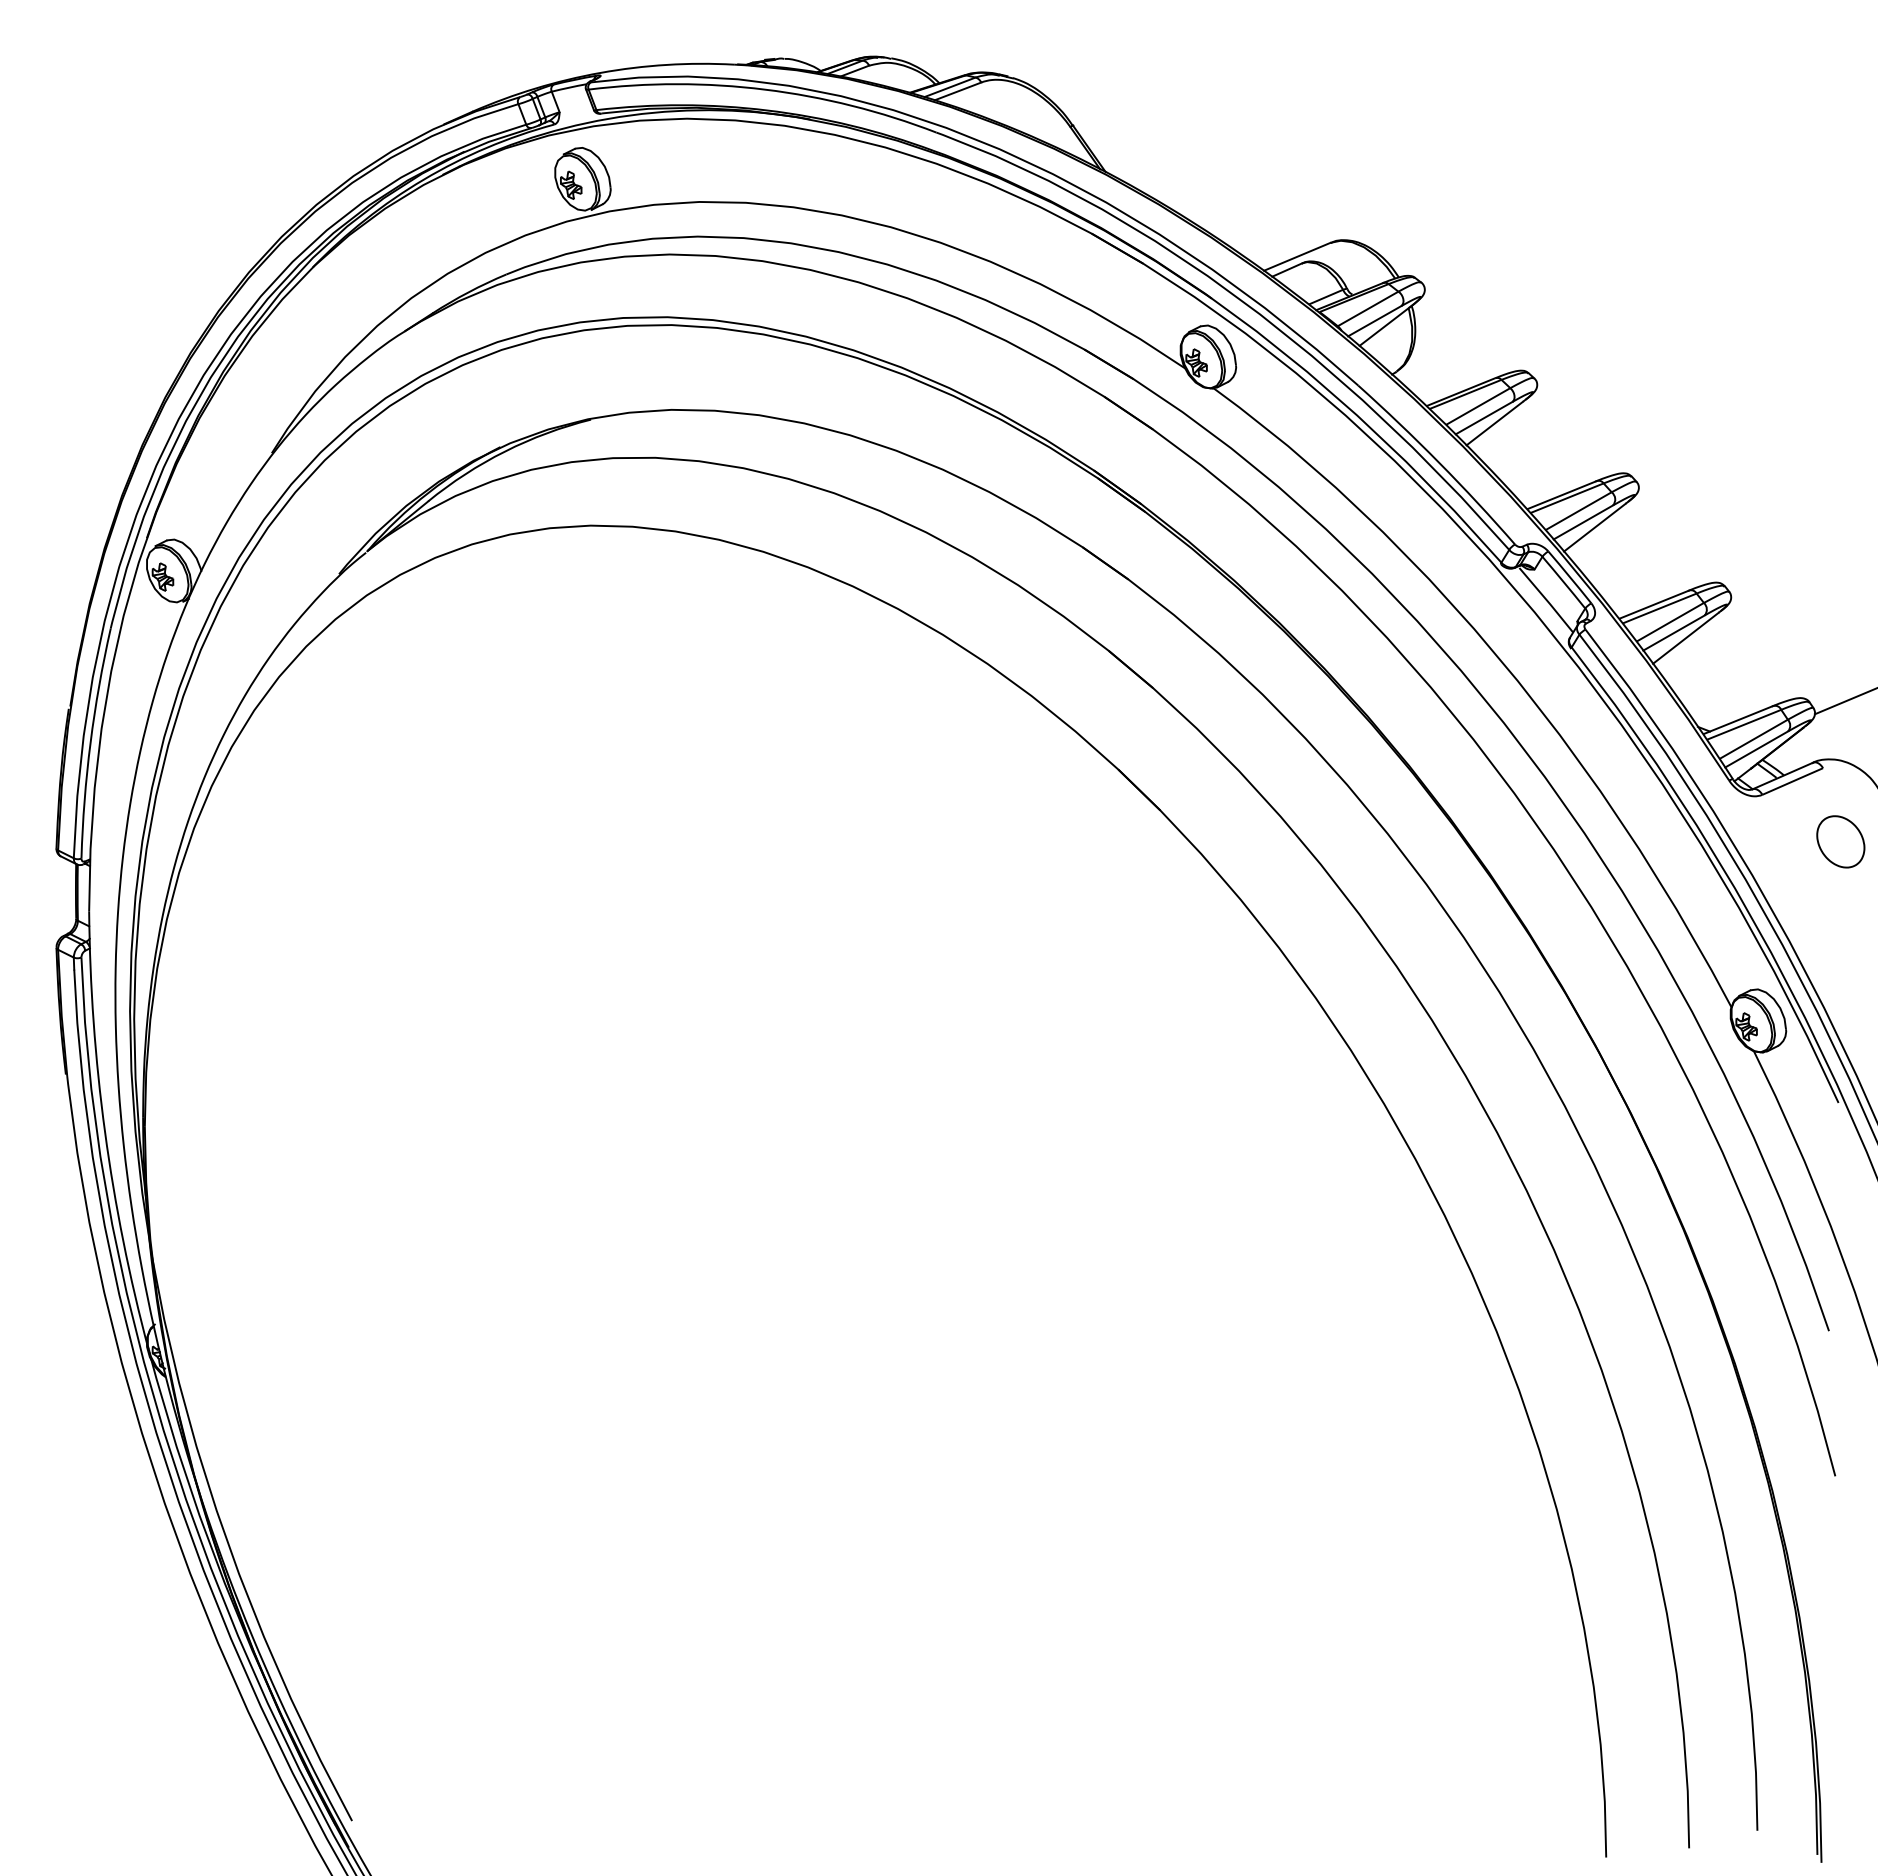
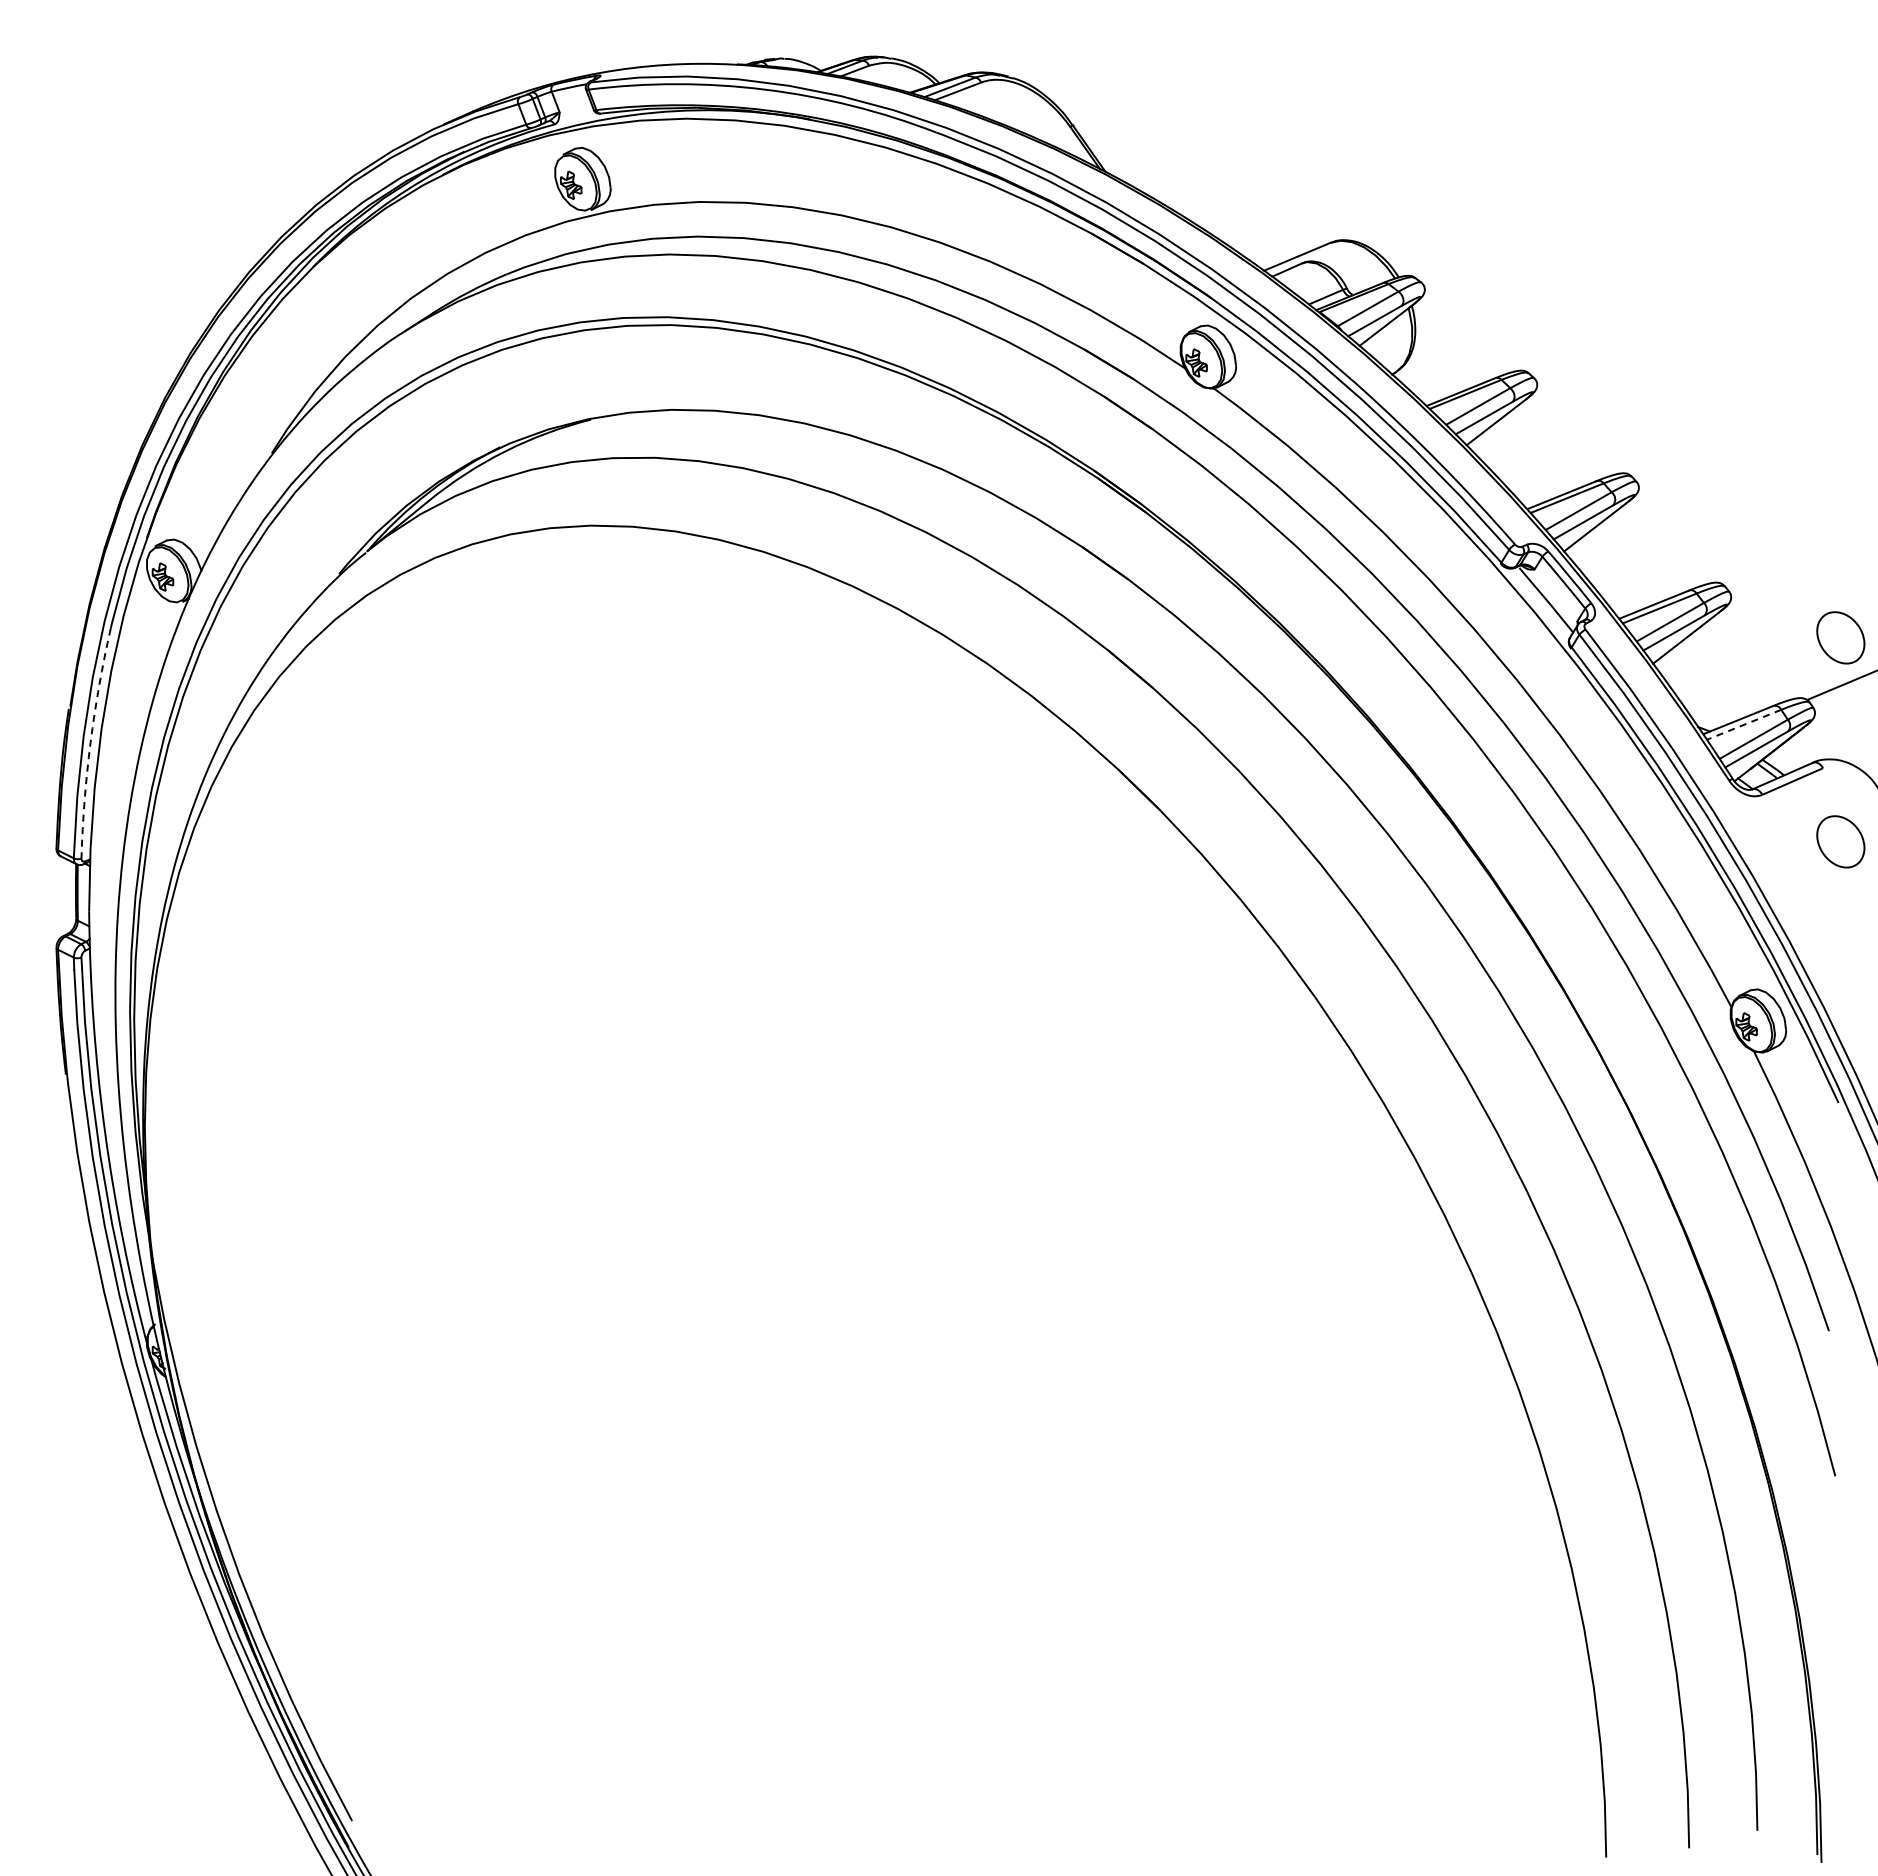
part at (1840, 637): none -> present
line at (1844, 701) position: (1844, 701) -> (1841, 685)
line at (1744, 724): solid -> dashed
arc at (90, 742): solid -> dashed
